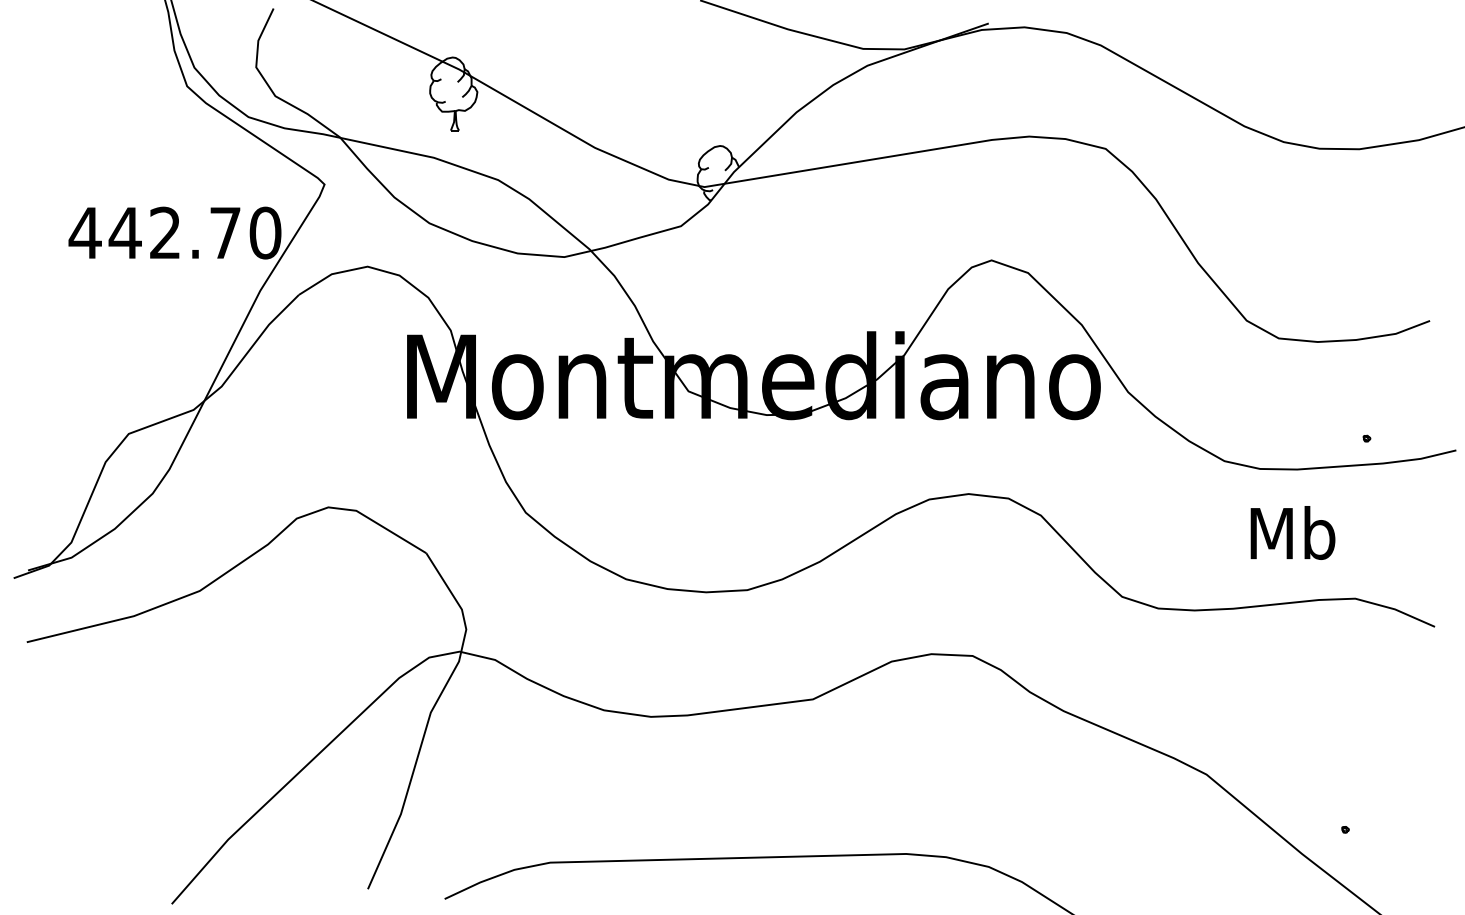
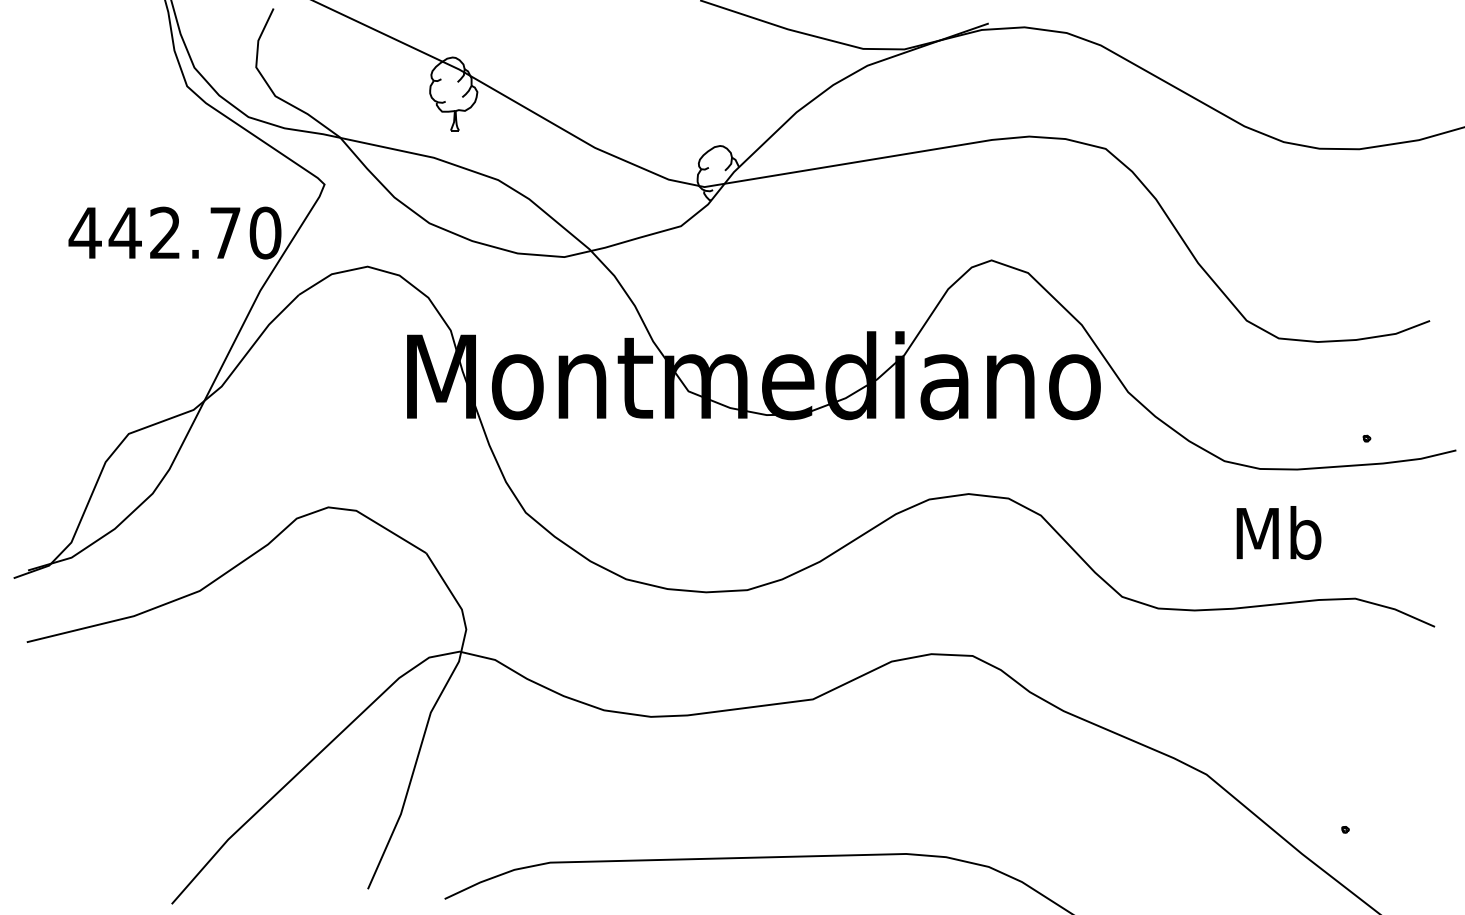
text at (1292, 532) position: (1292, 532) -> (1278, 532)
